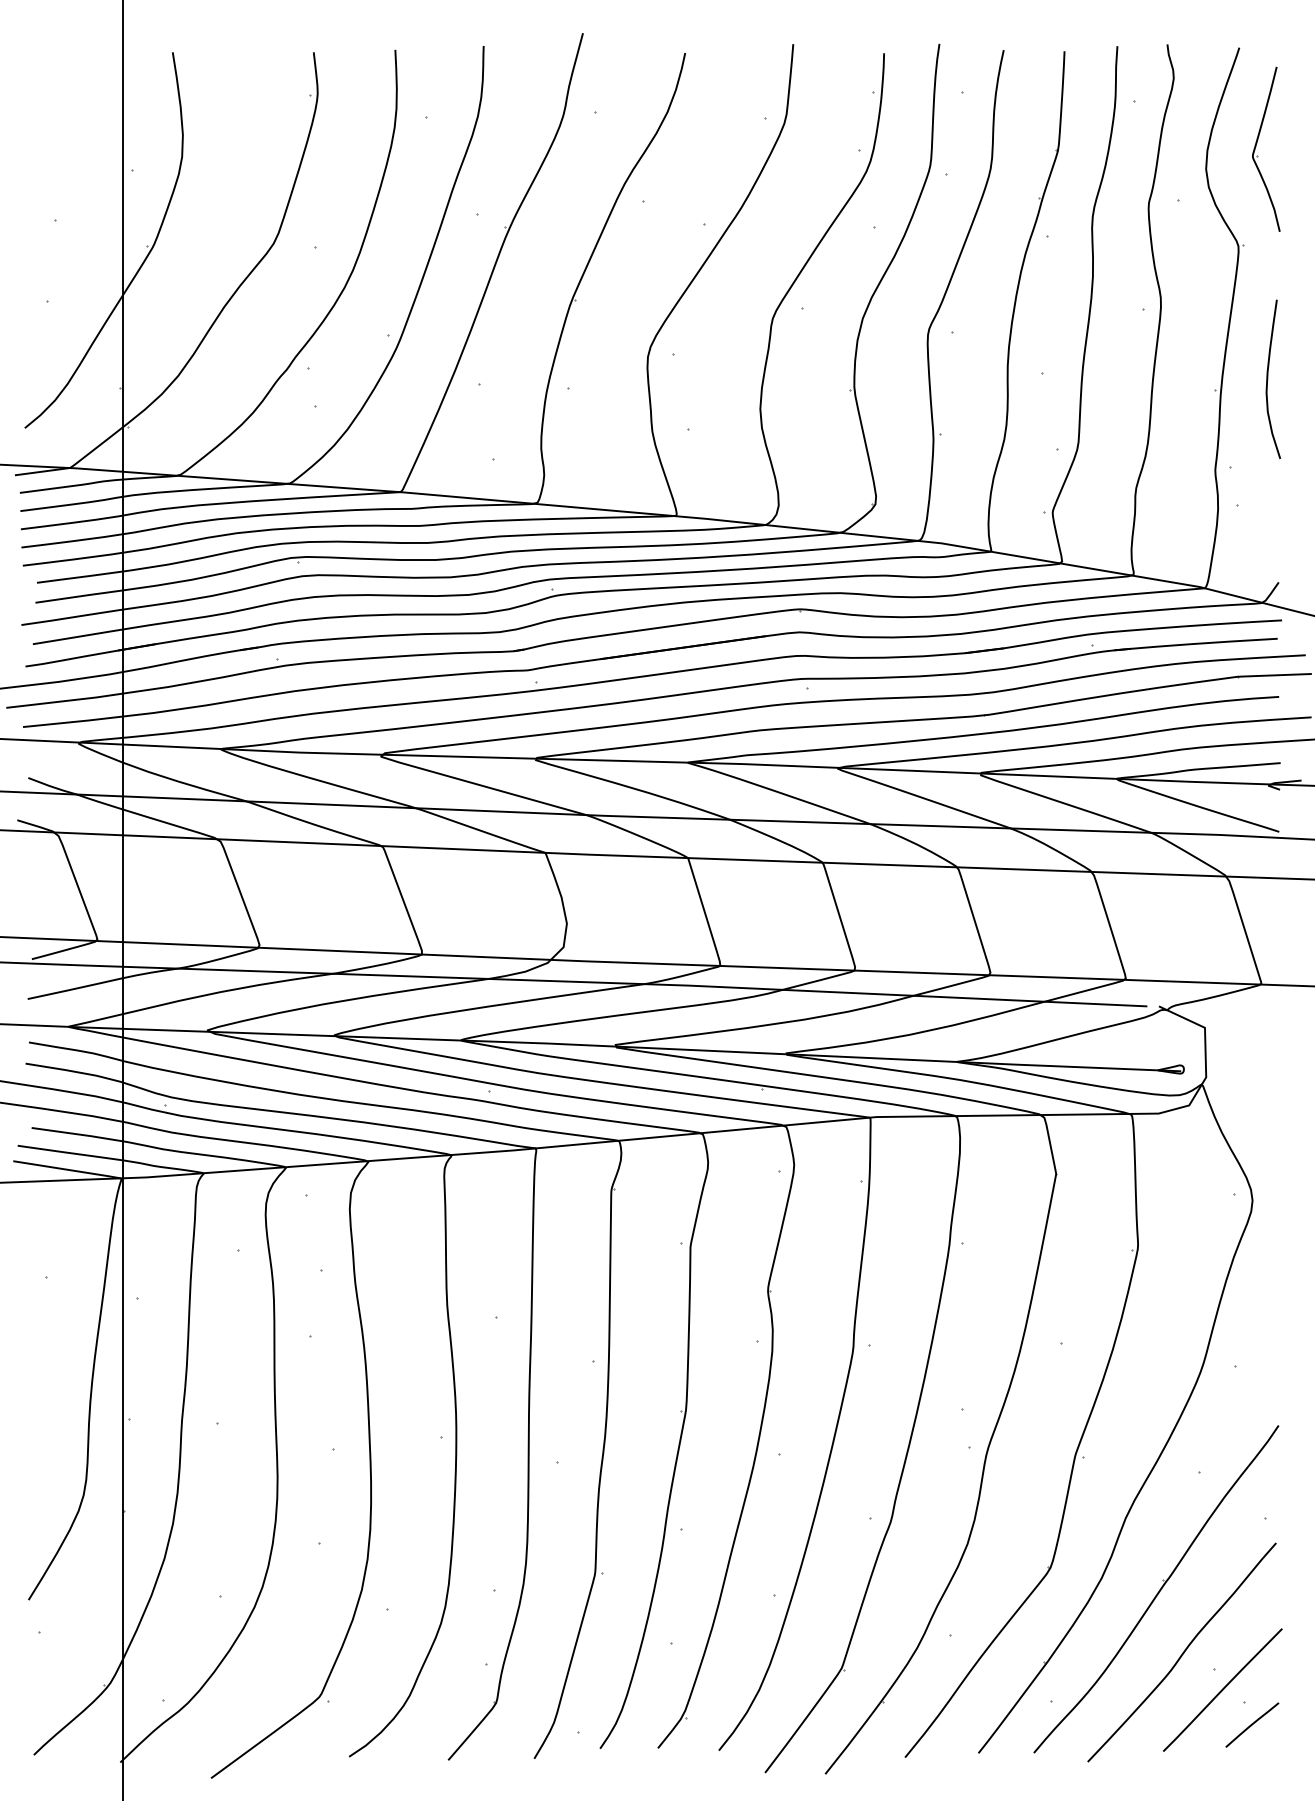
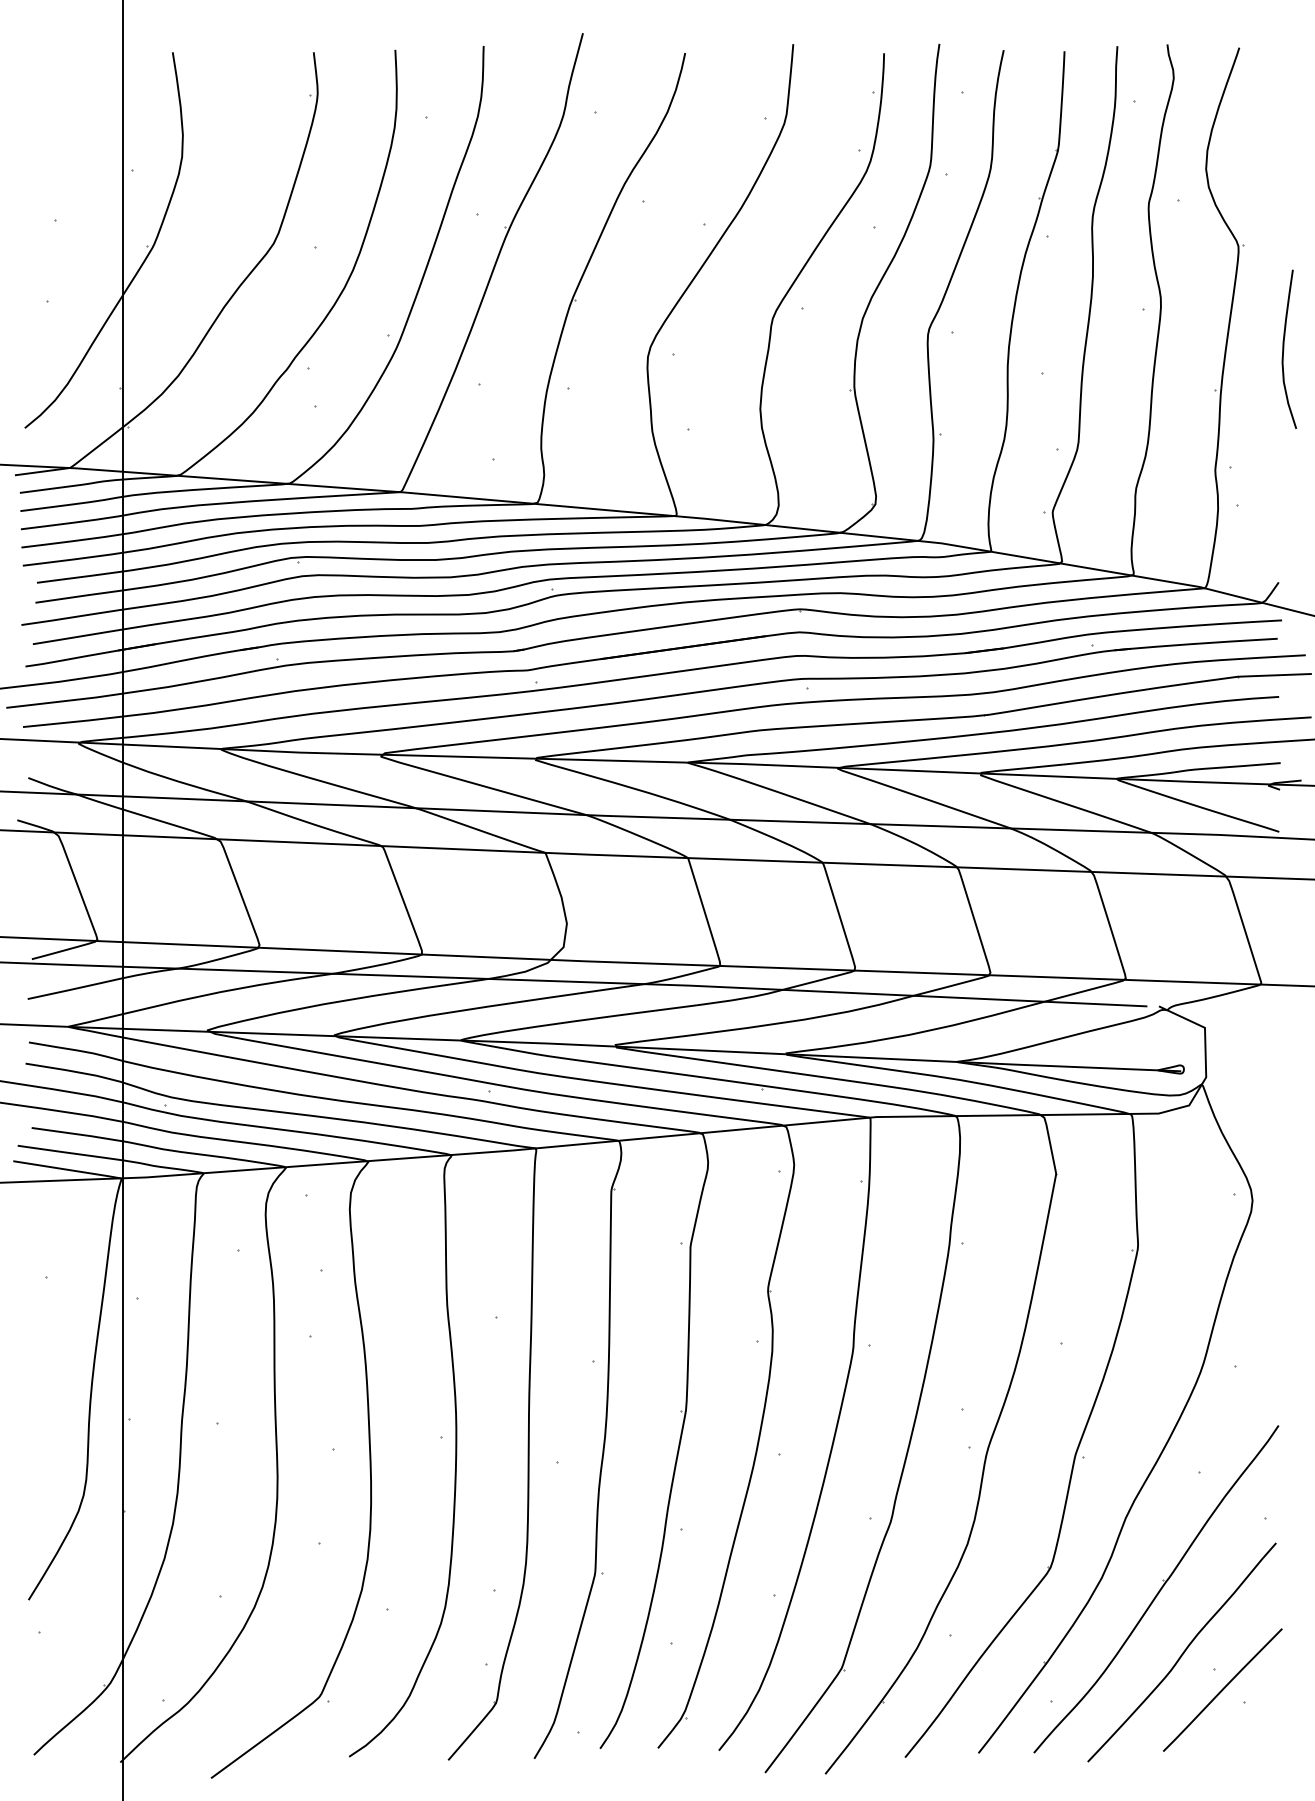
part at (1256, 146): present -> none
curve at (1268, 378) position: (1268, 378) -> (1284, 348)
line at (1252, 1724): present -> none
